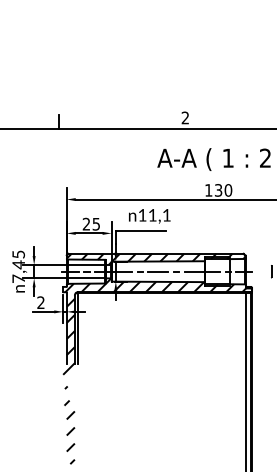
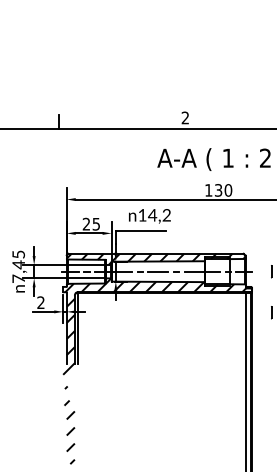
text at (159, 215): 11,1 -> 14,2
line at (271, 312): none -> present
